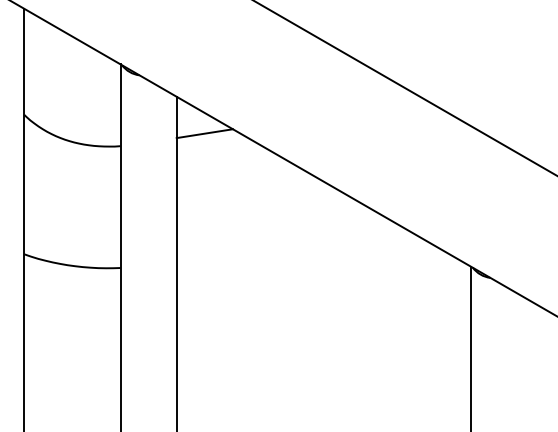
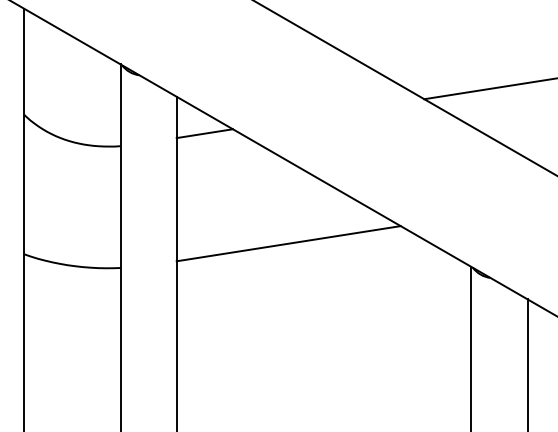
line at (489, 88): none -> present
line at (288, 243): none -> present
line at (527, 363): none -> present
